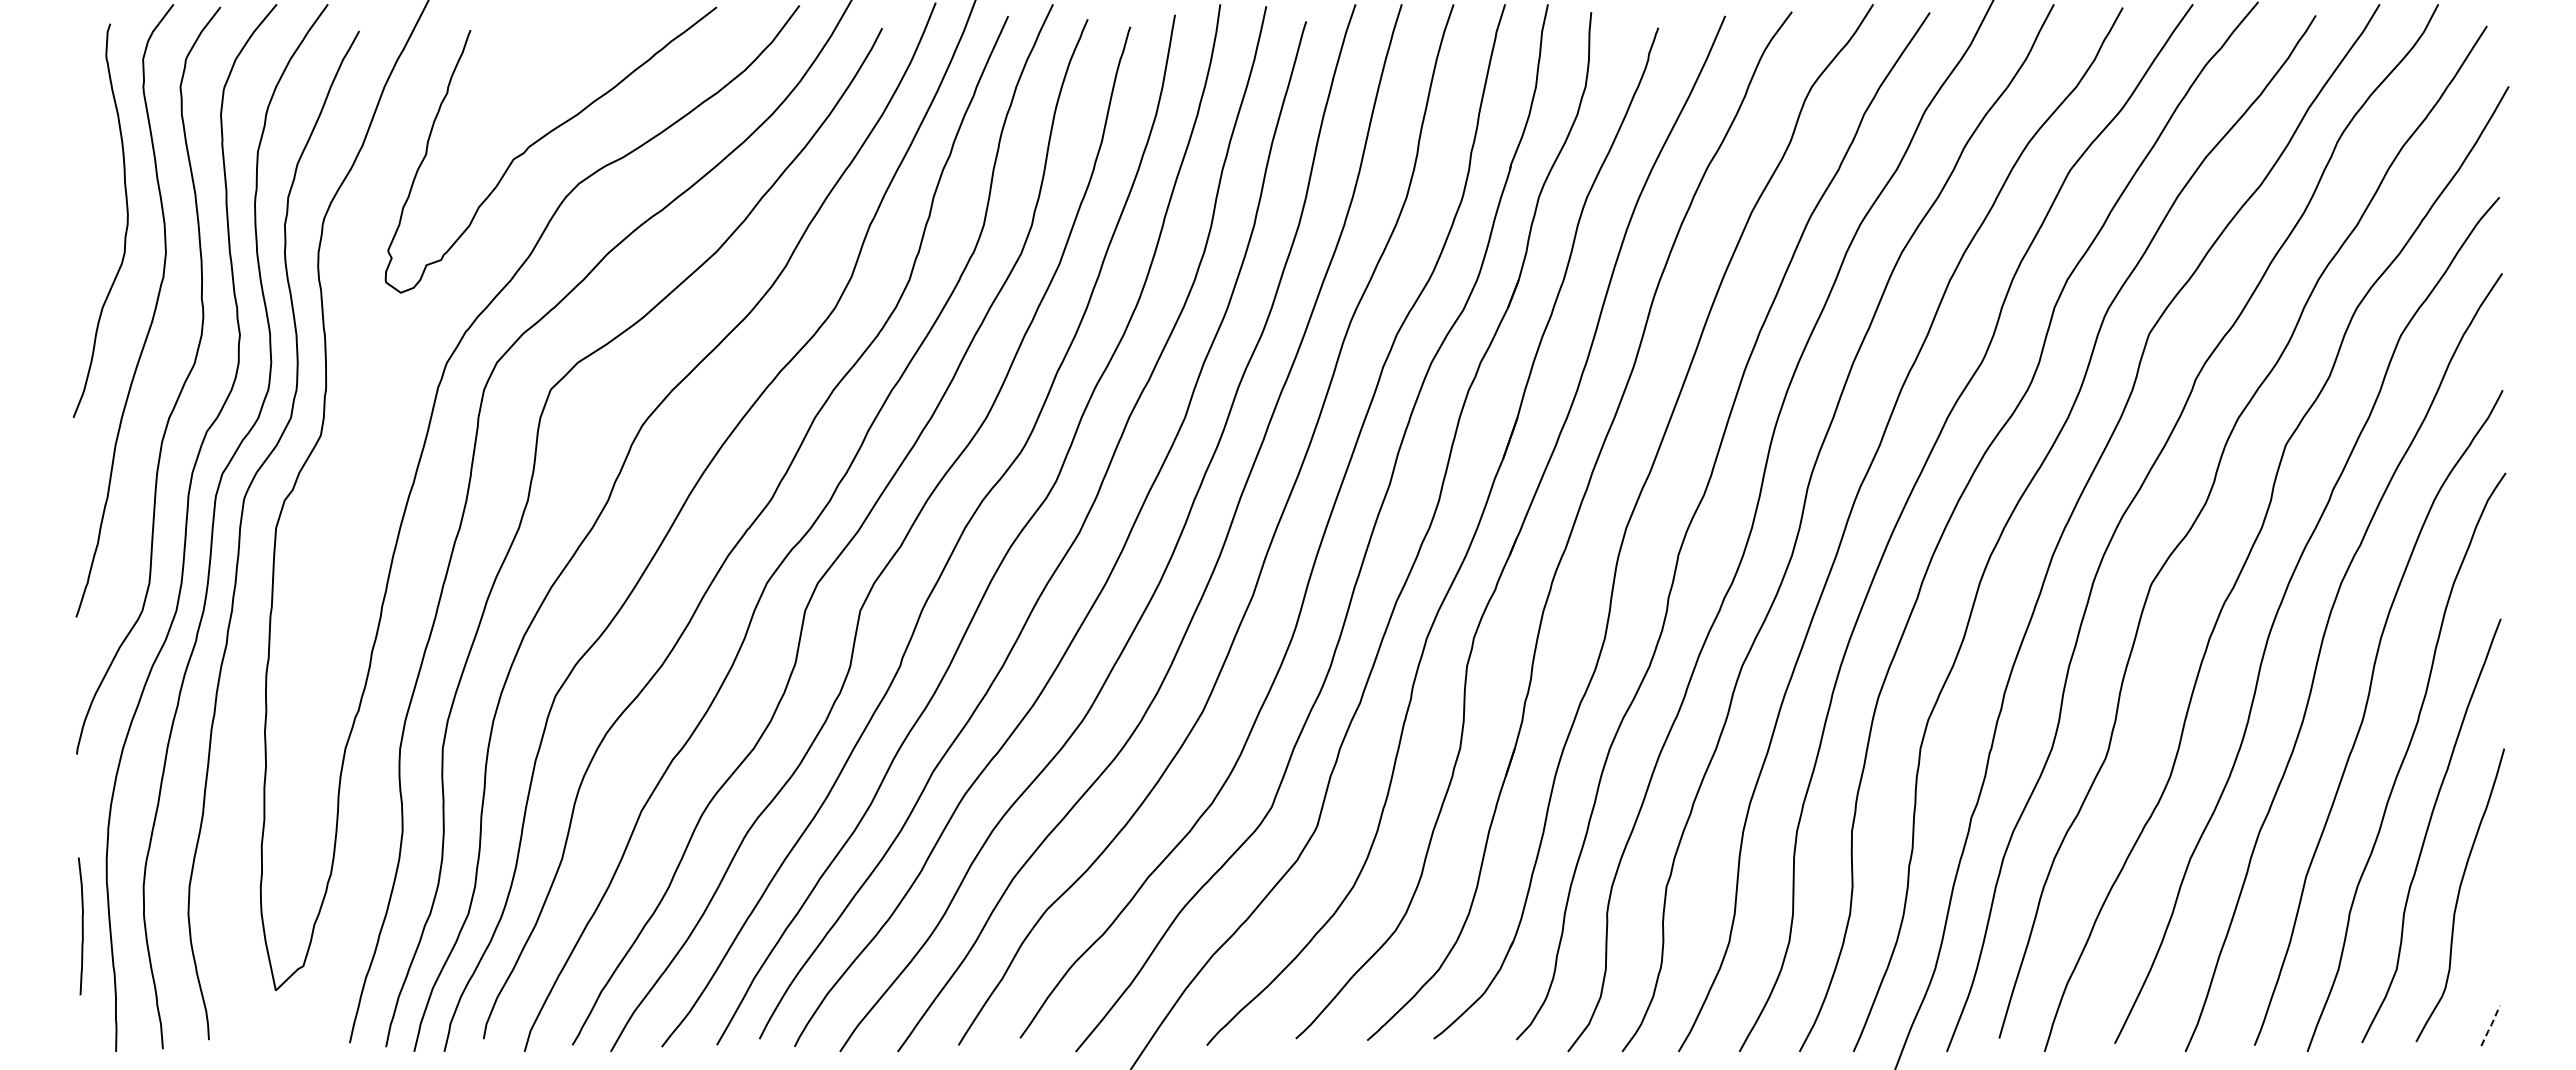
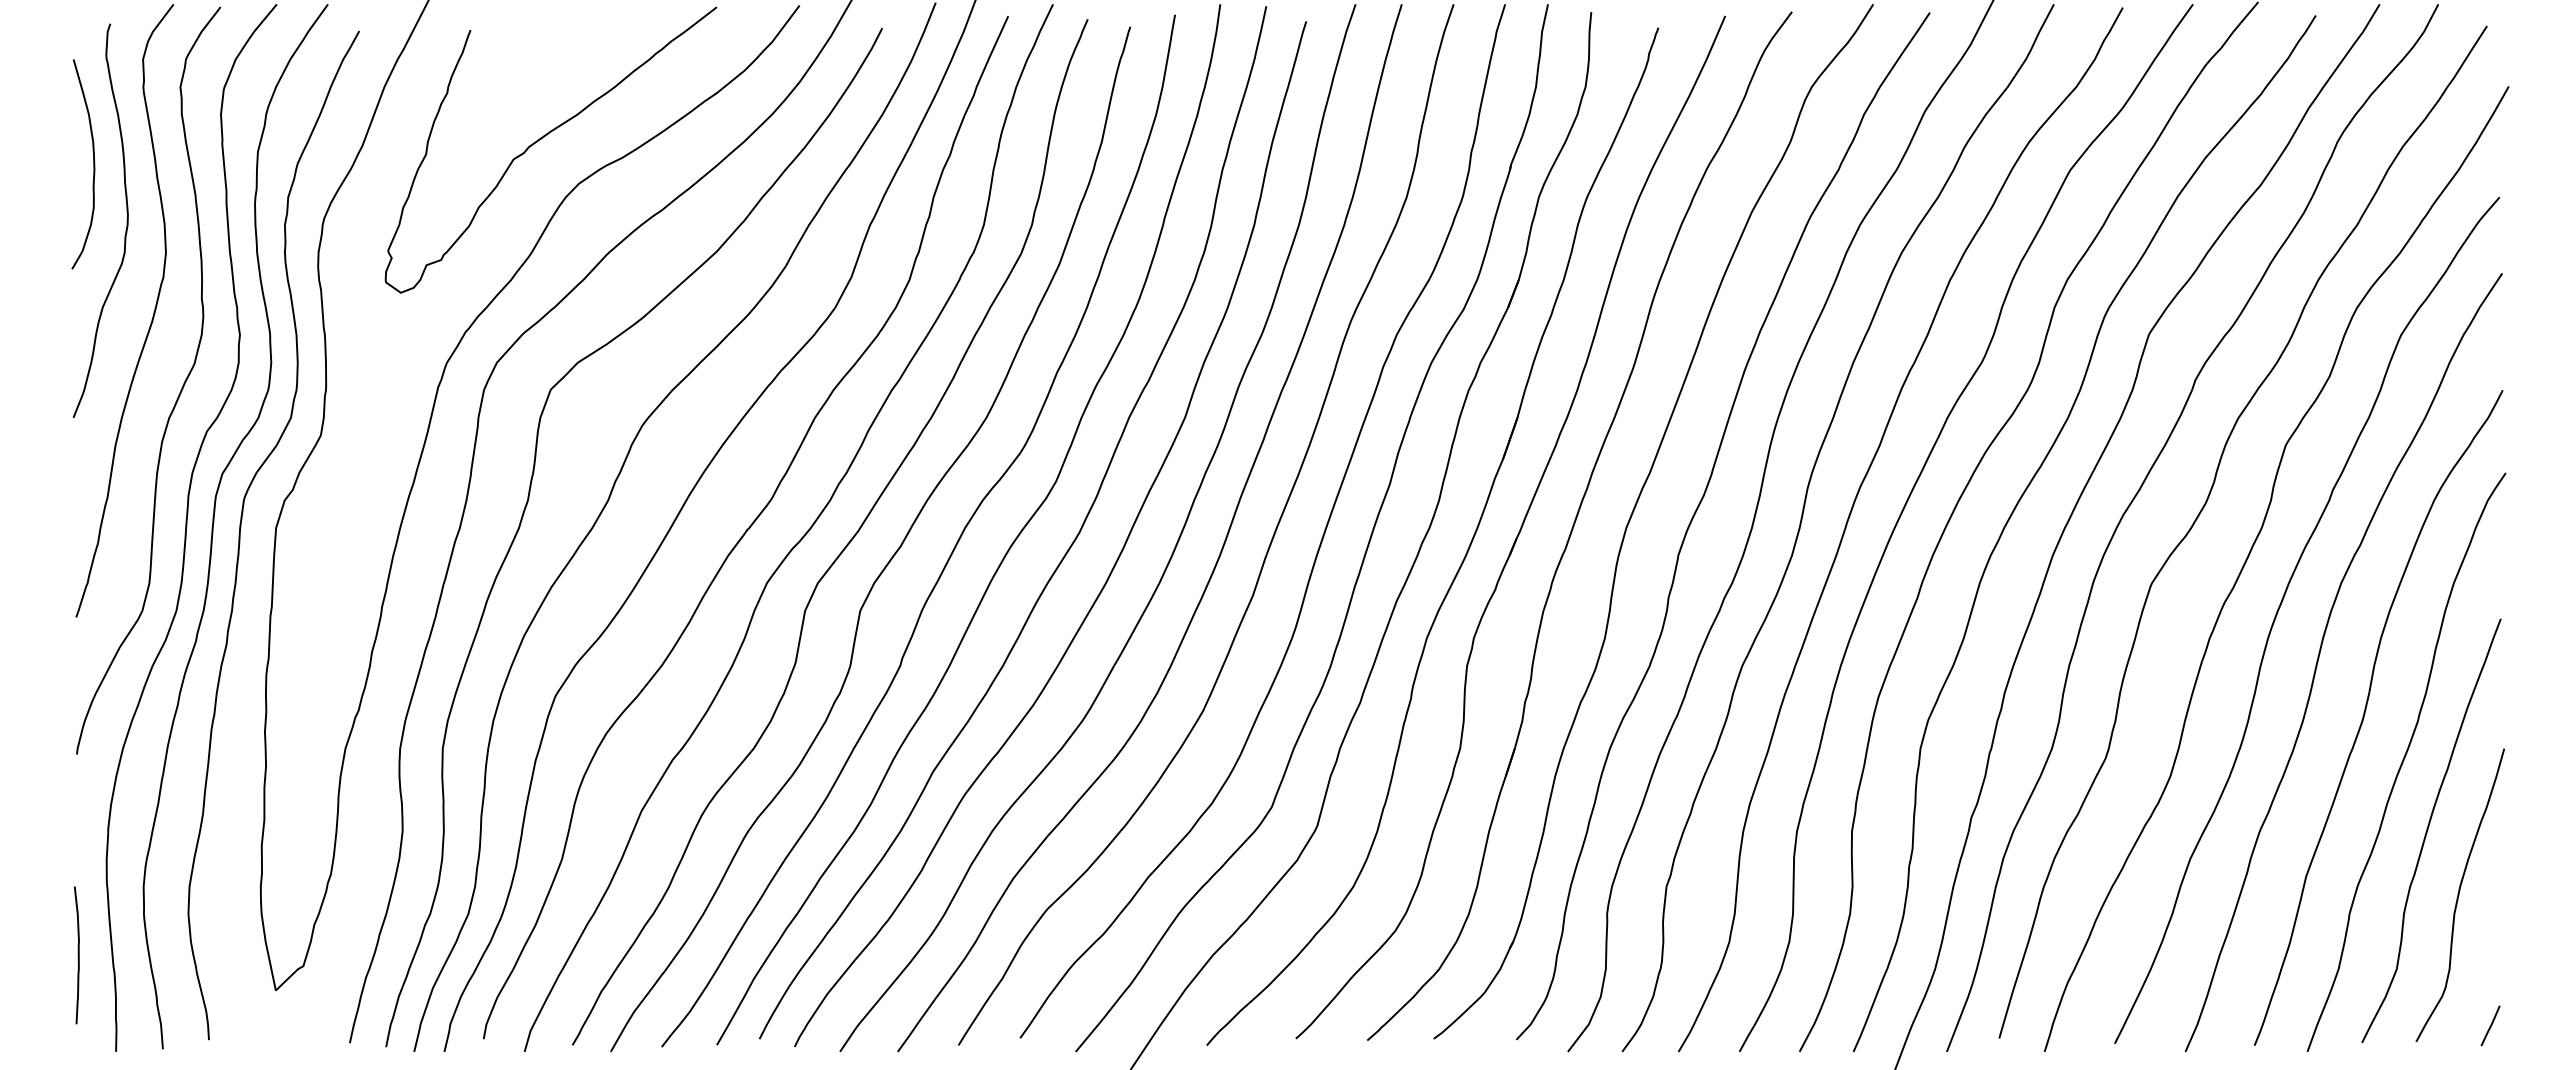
curve at (93, 164): none -> present
curve at (81, 926) position: (81, 926) -> (77, 955)
line at (2490, 1026): dashed -> solid
